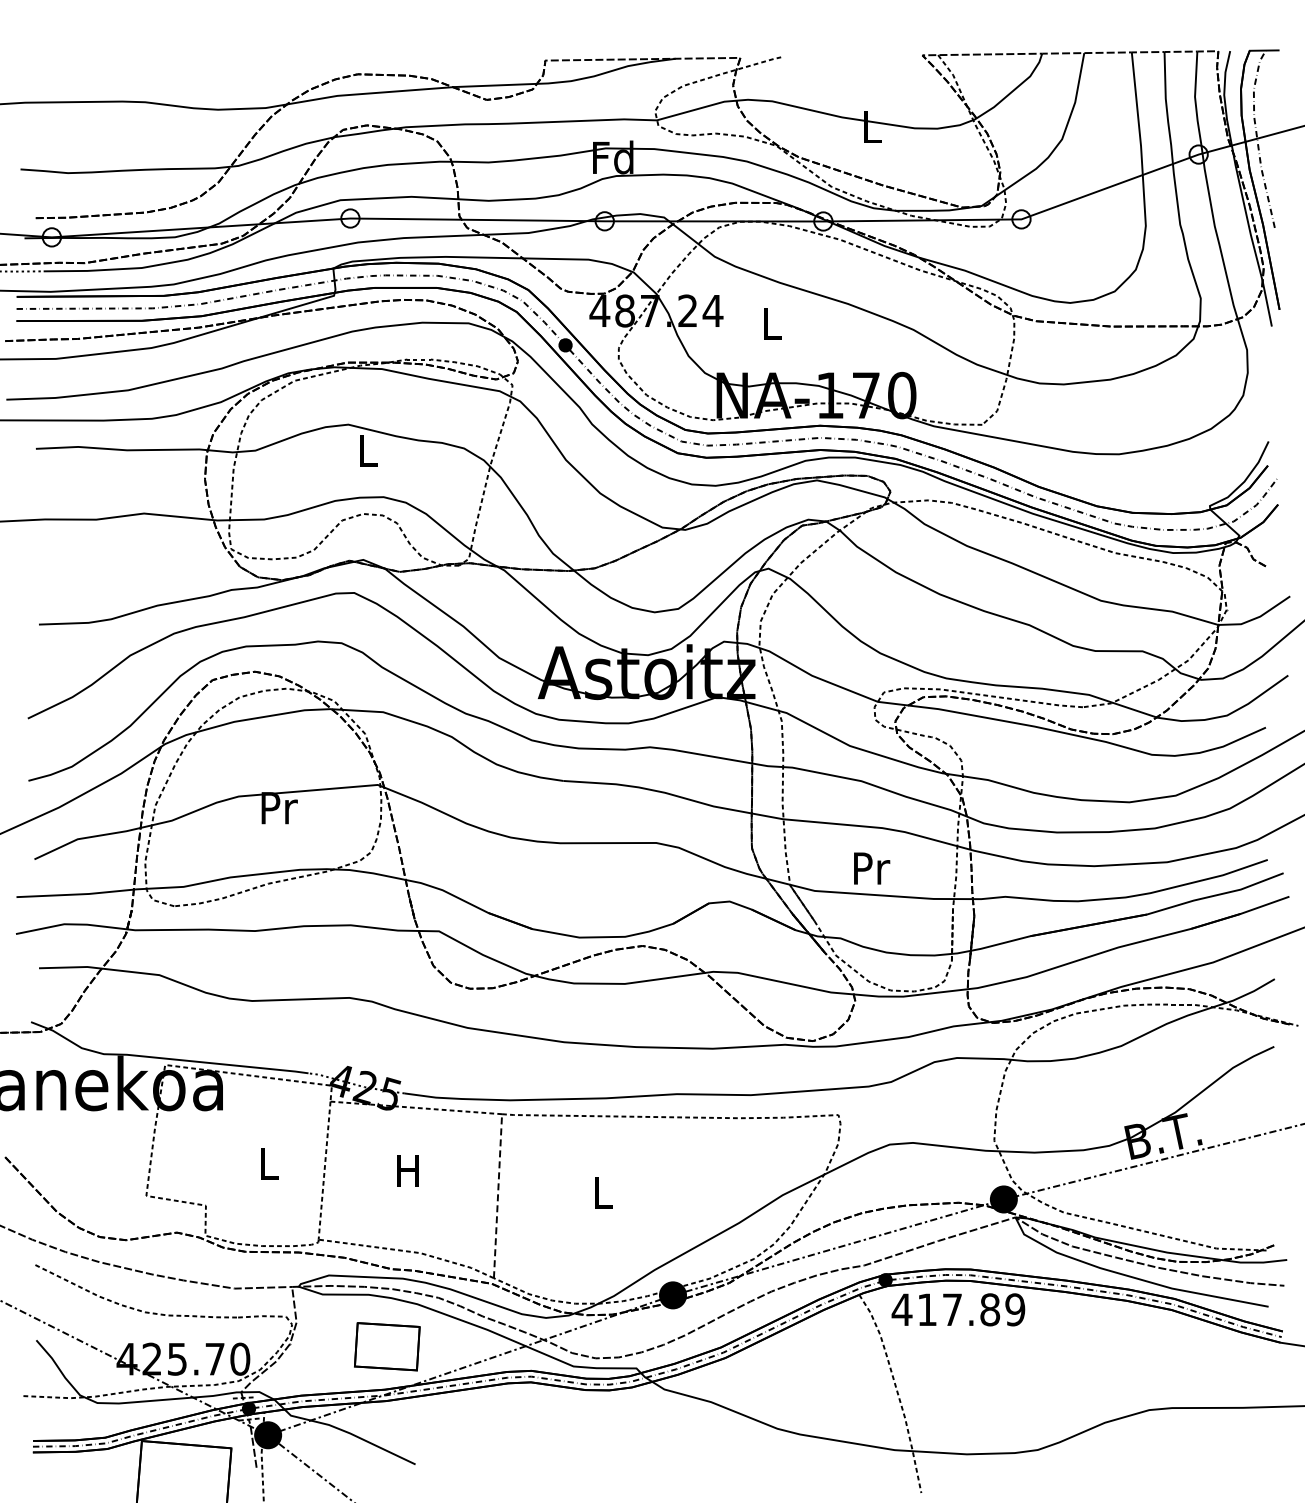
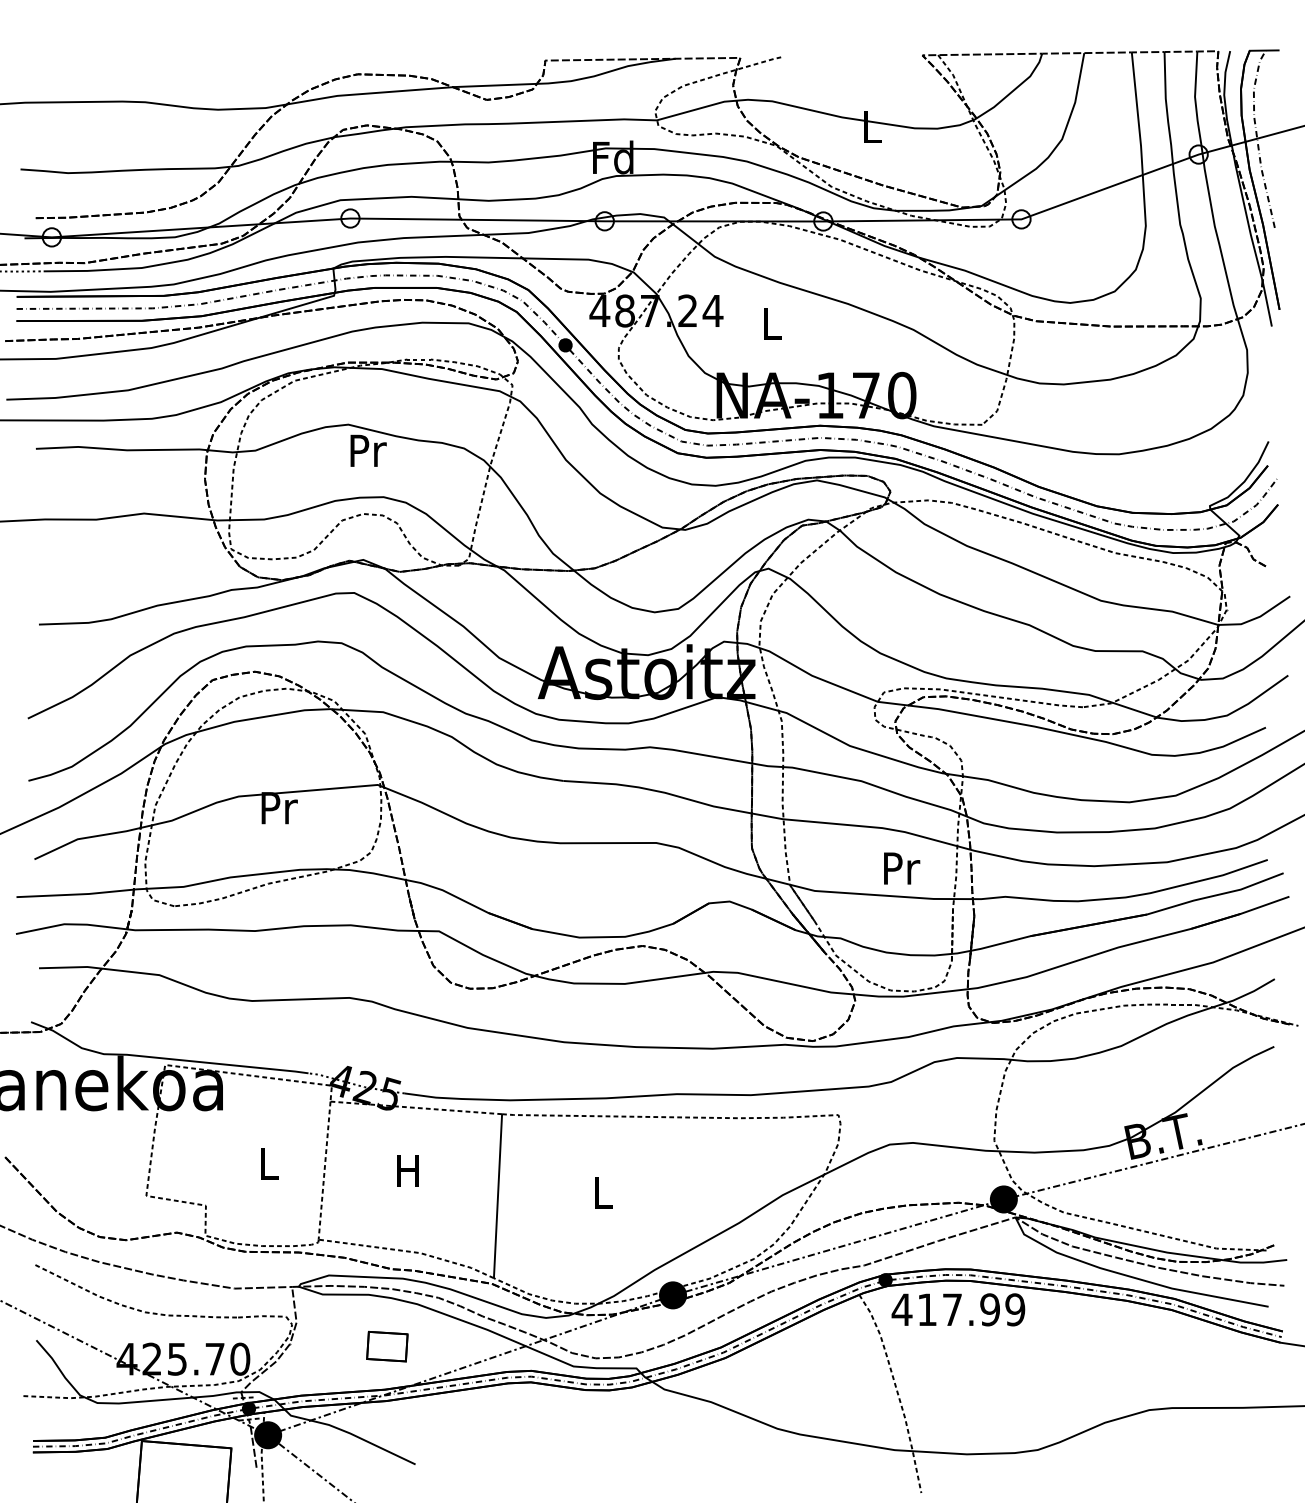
text at (368, 450): L -> Pr
text at (872, 868) position: (872, 868) -> (902, 868)
line at (498, 1195): dashed -> solid
text at (990, 1309): 417.89 -> 417.99
part at (387, 1346) size: 67x50 px -> 43x33 px
